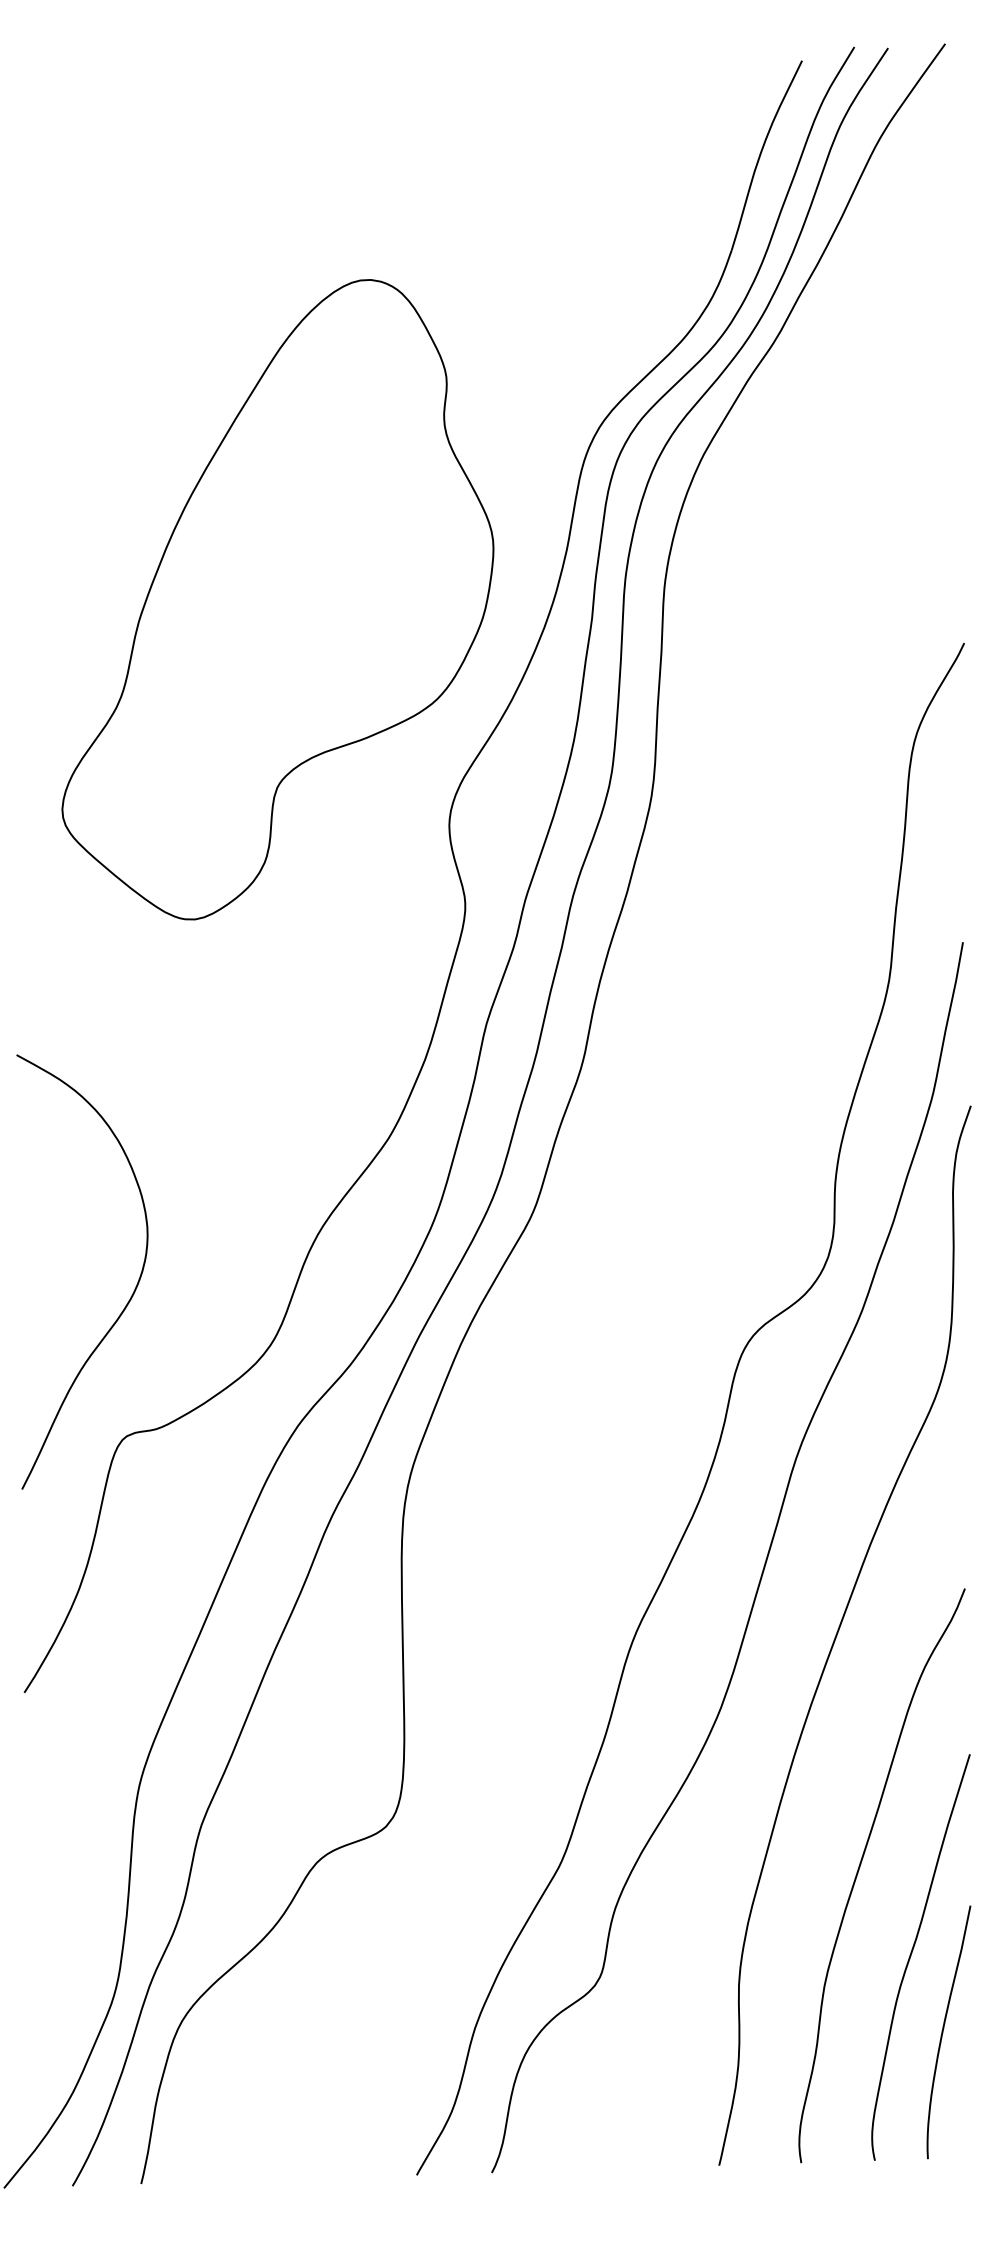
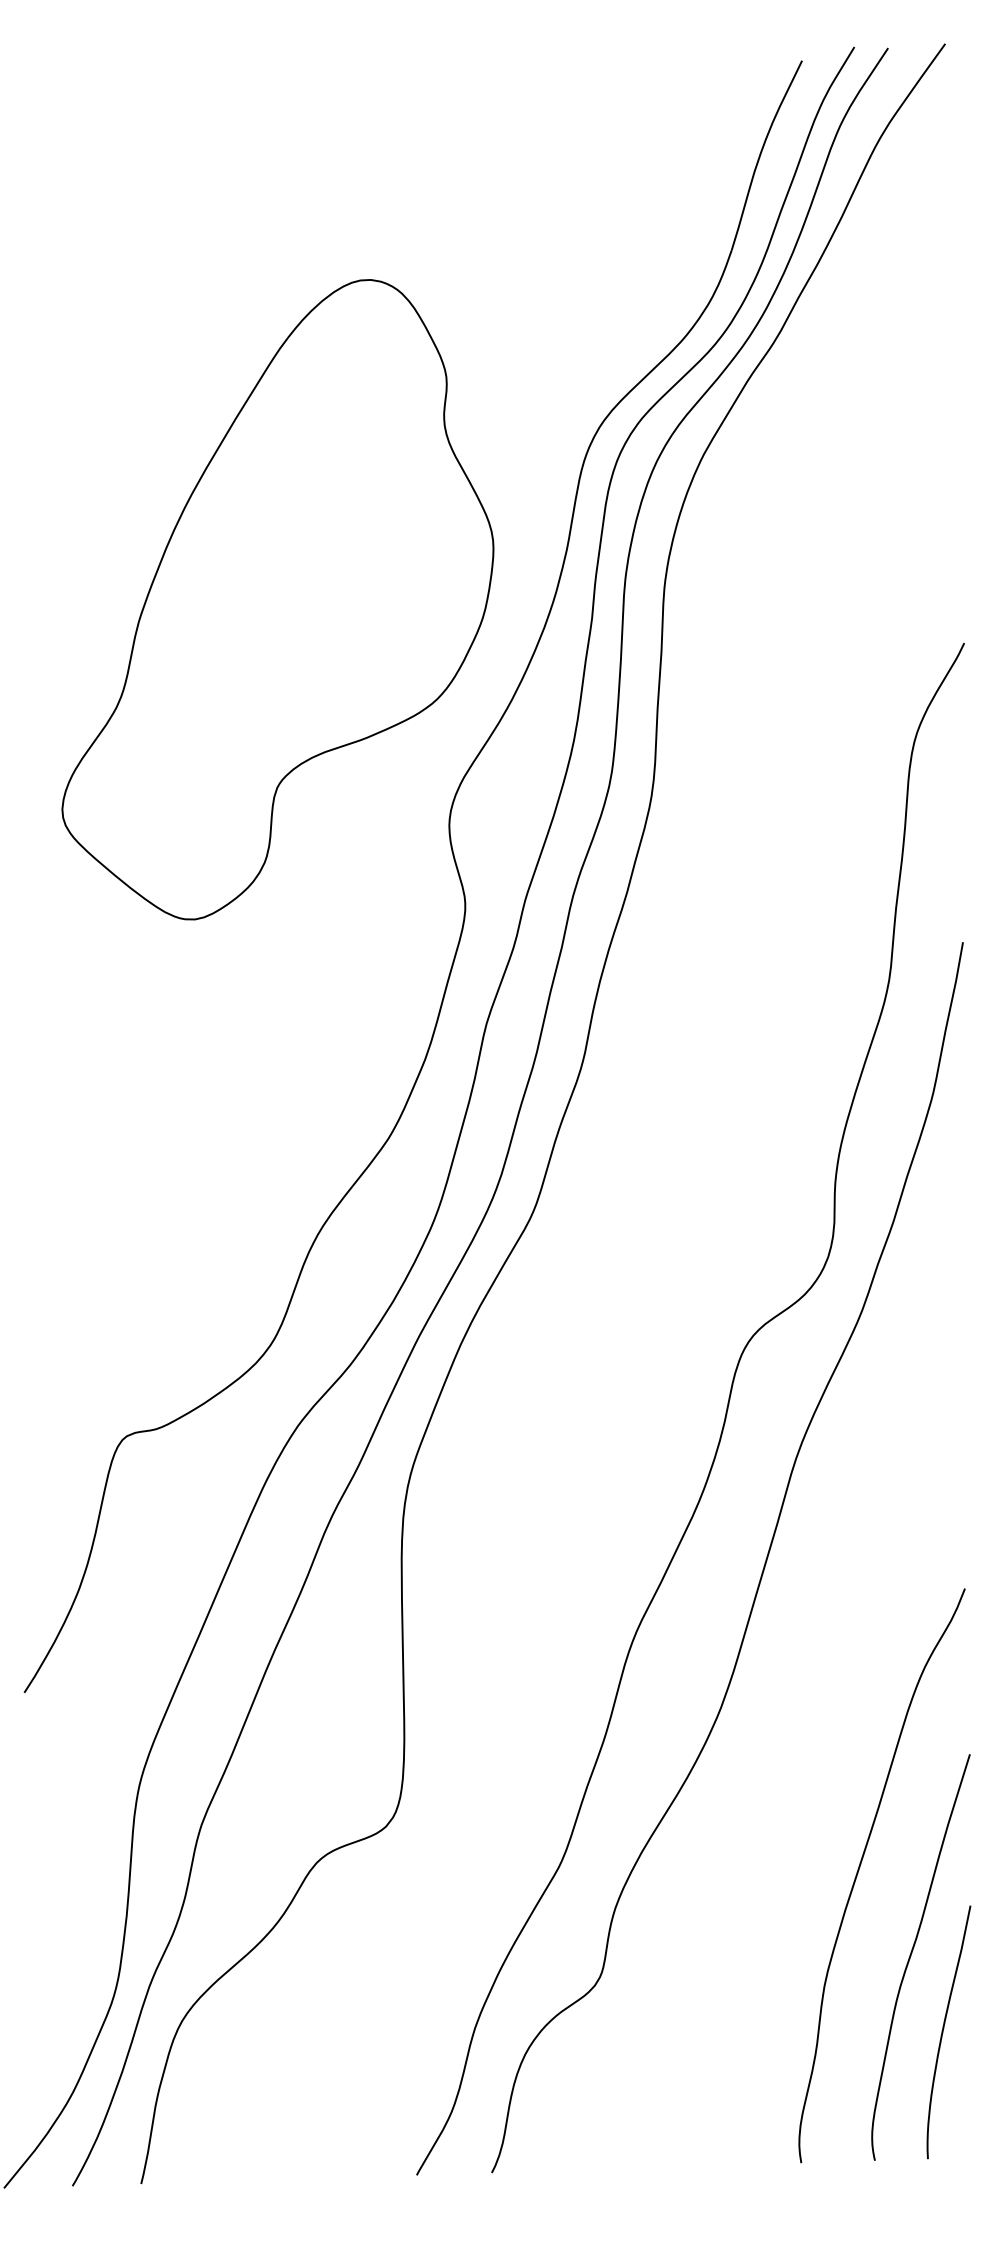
curve at (128, 1300): present -> none
curve at (838, 1633): present -> none
